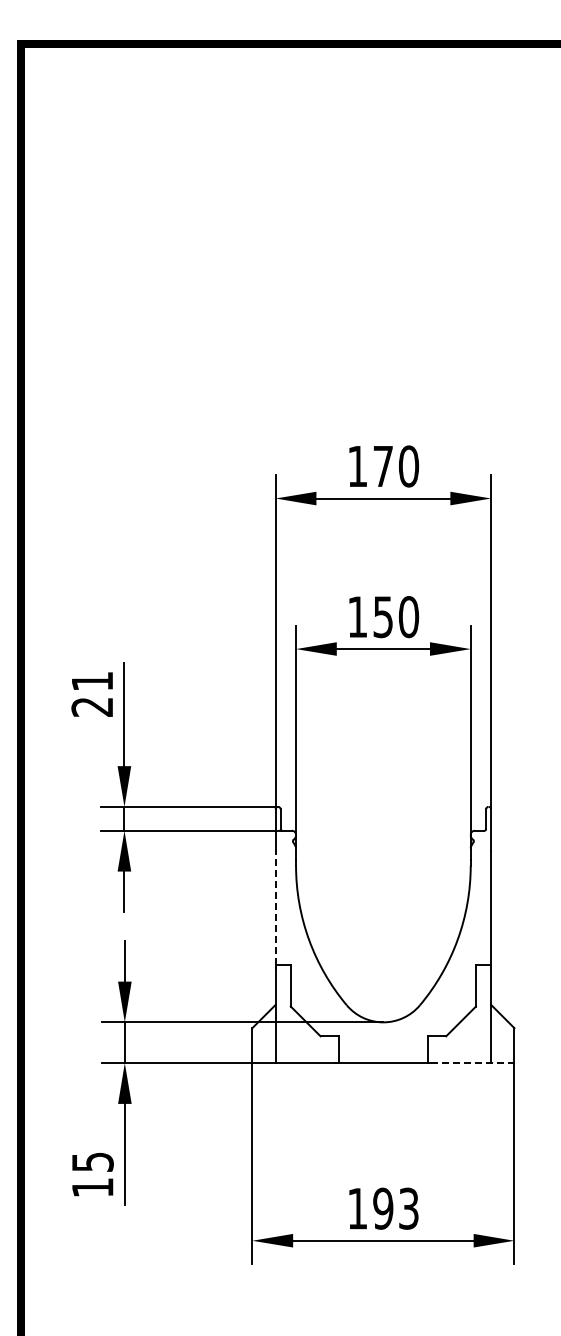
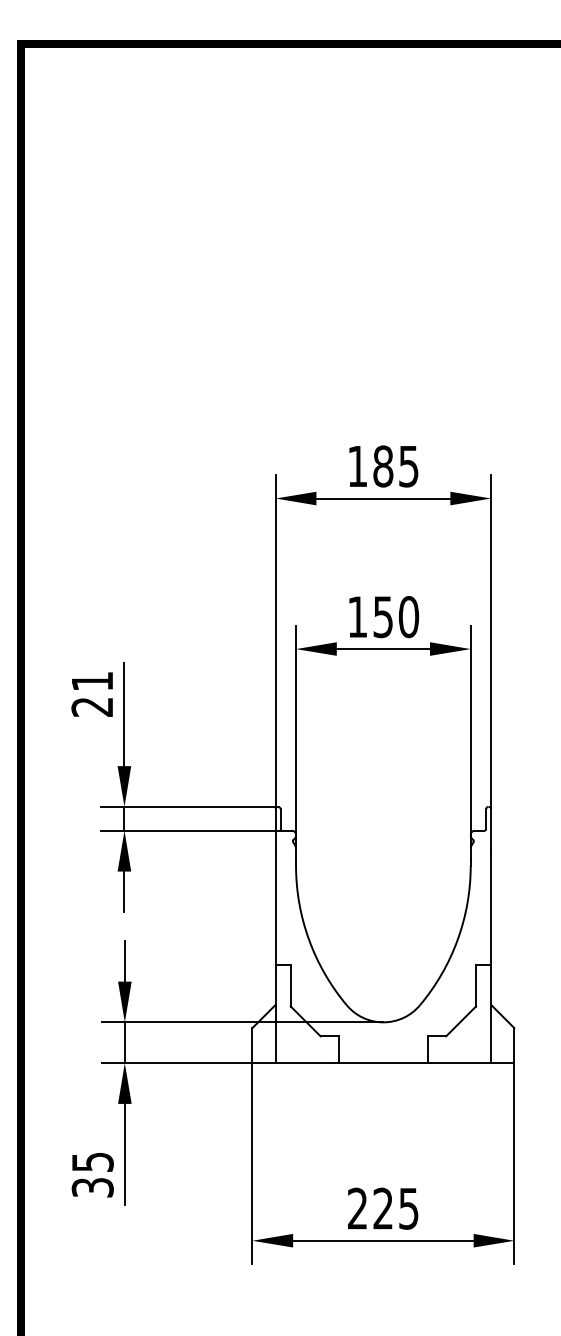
text at (396, 466): 170 -> 185
line at (275, 907): dashed -> solid
line at (472, 1063): dashed -> solid
text at (92, 1187): 15 -> 35
text at (383, 1208): 193 -> 225
